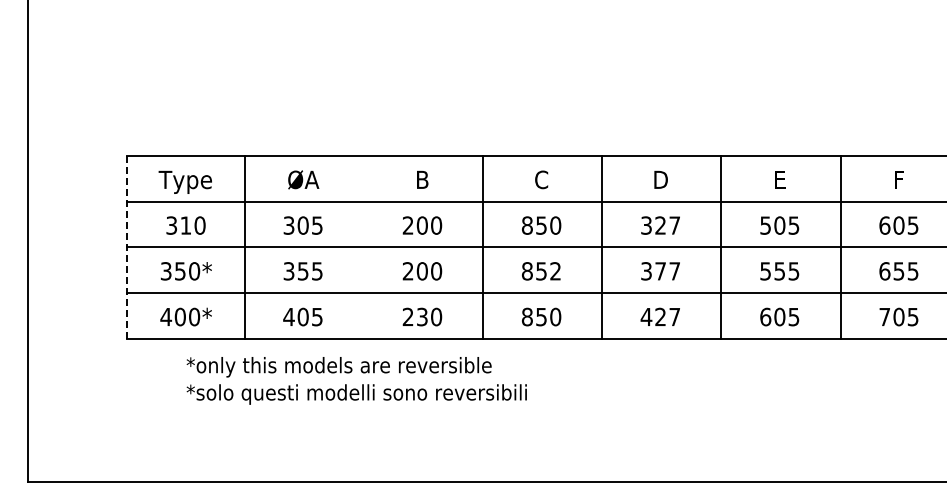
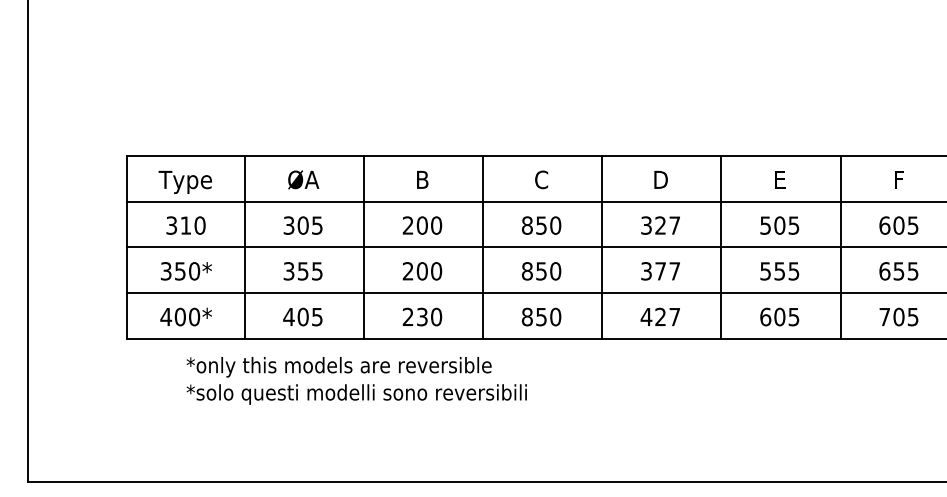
line at (363, 246): none -> present
line at (127, 247): dashed -> solid
text at (555, 271): 852 -> 850
